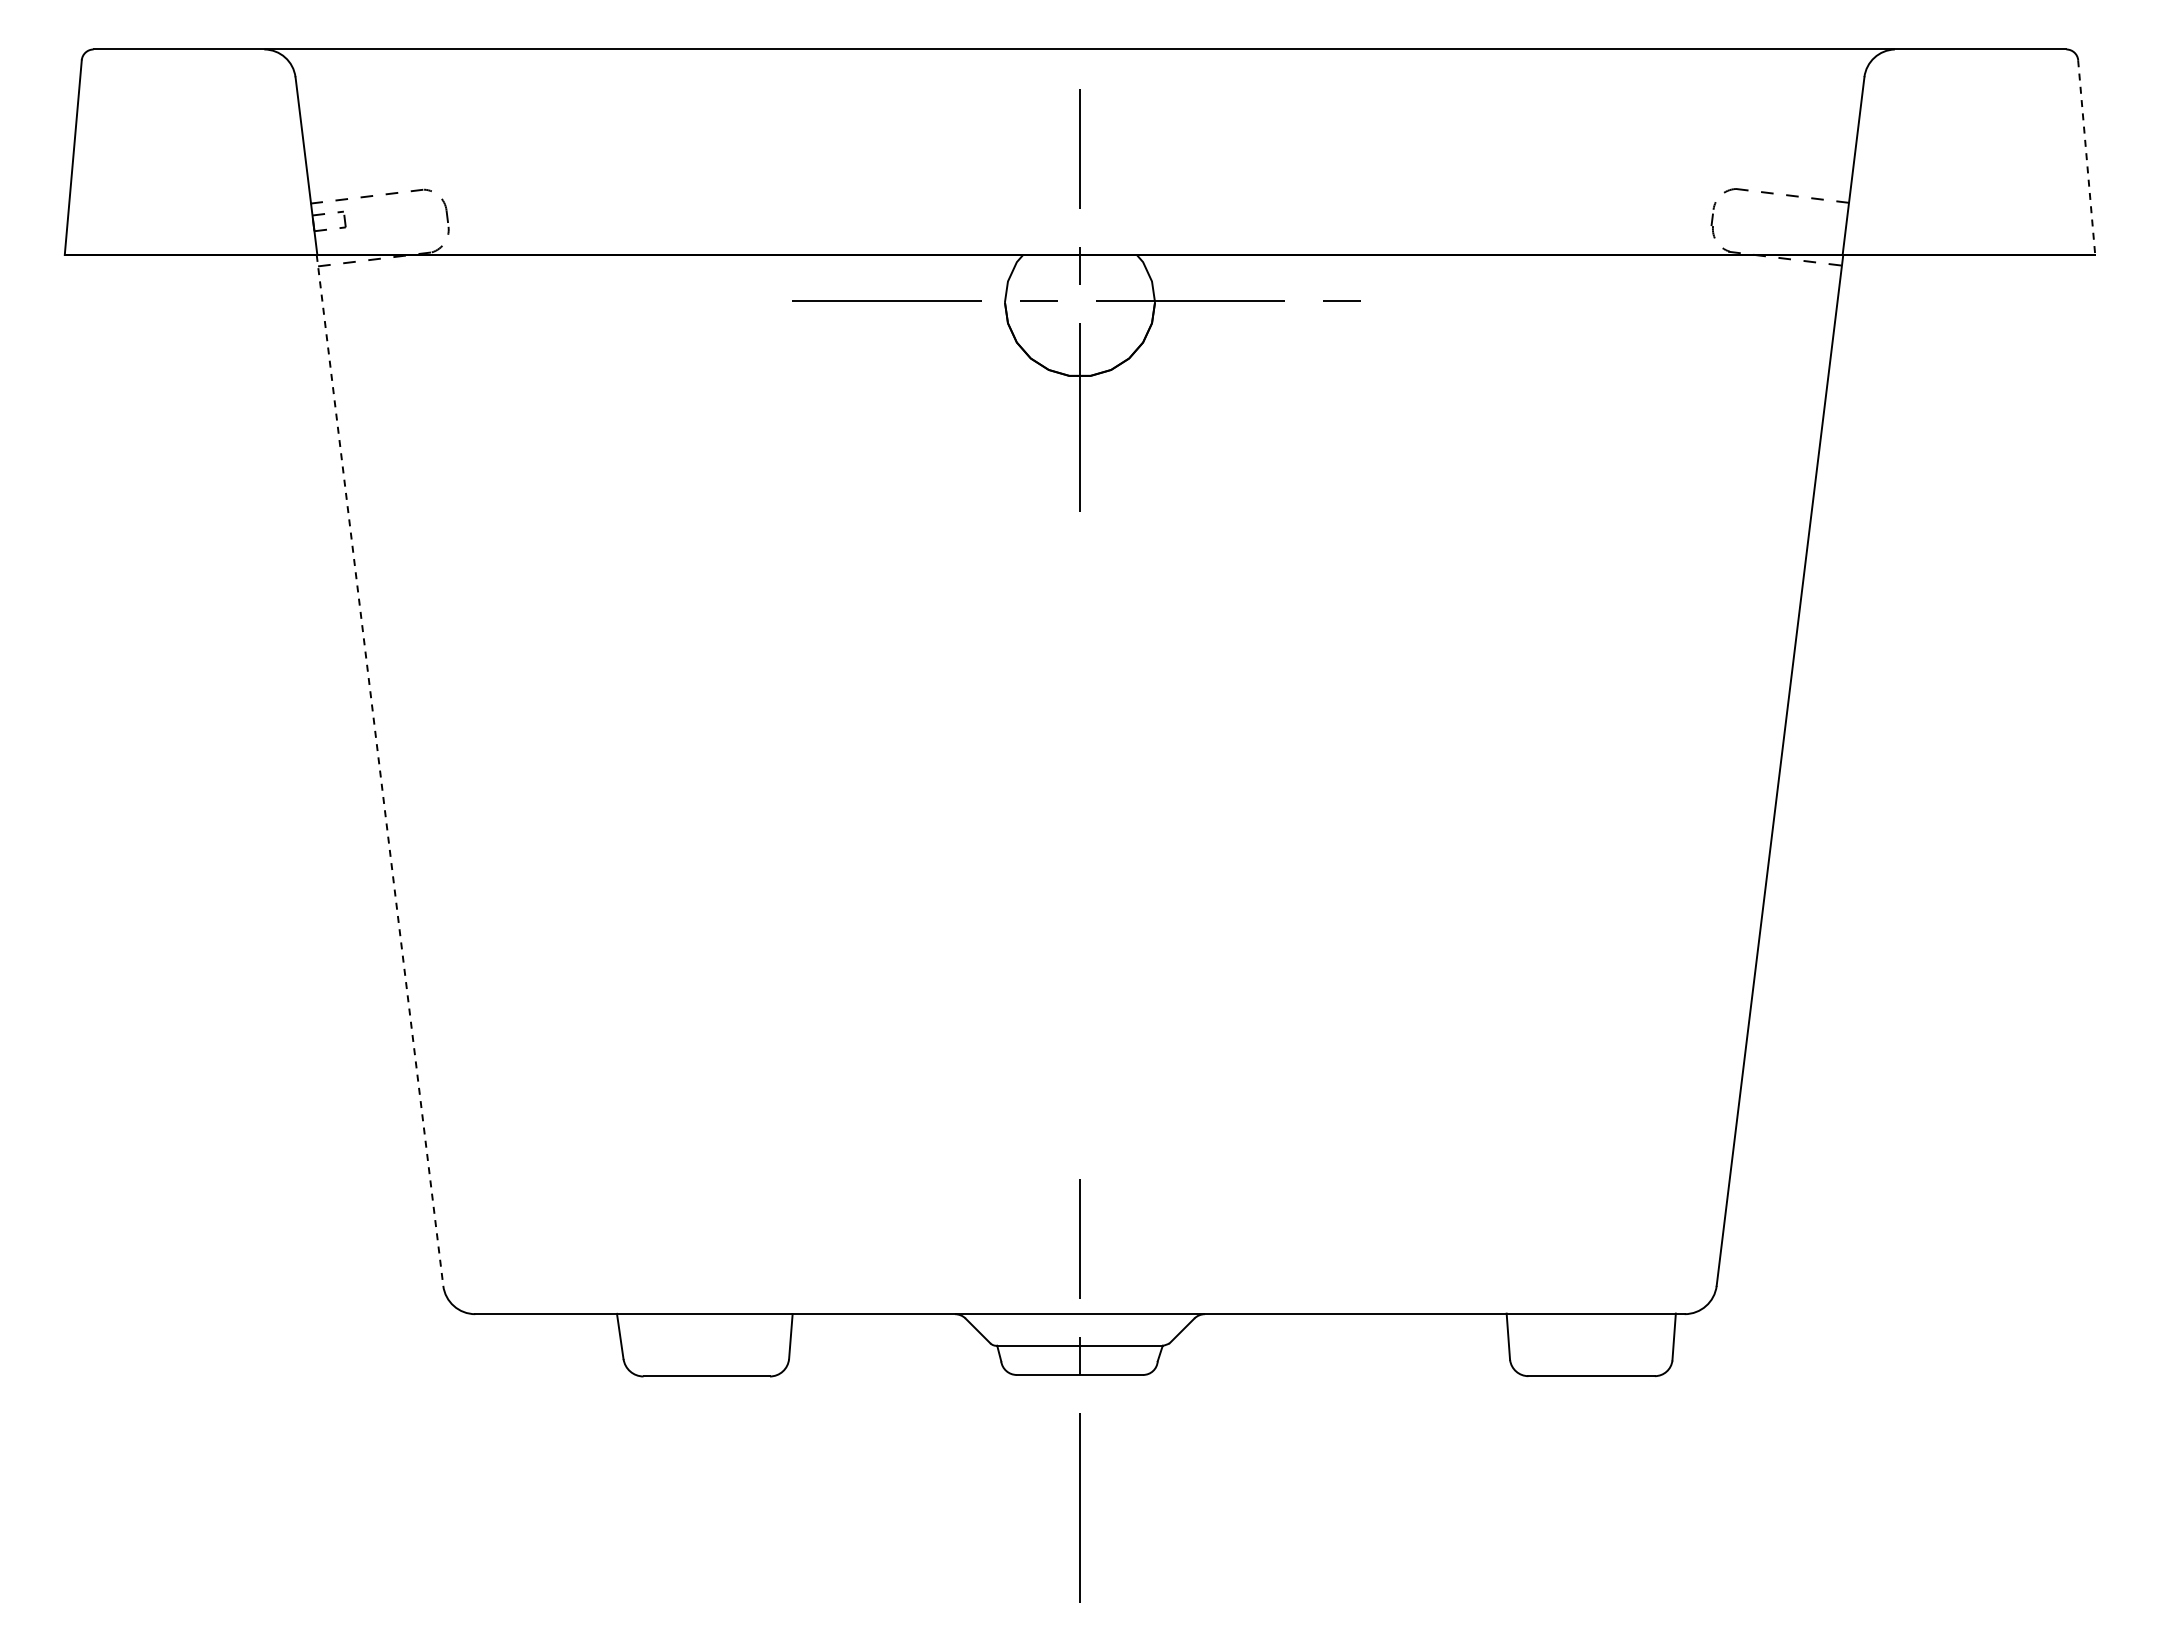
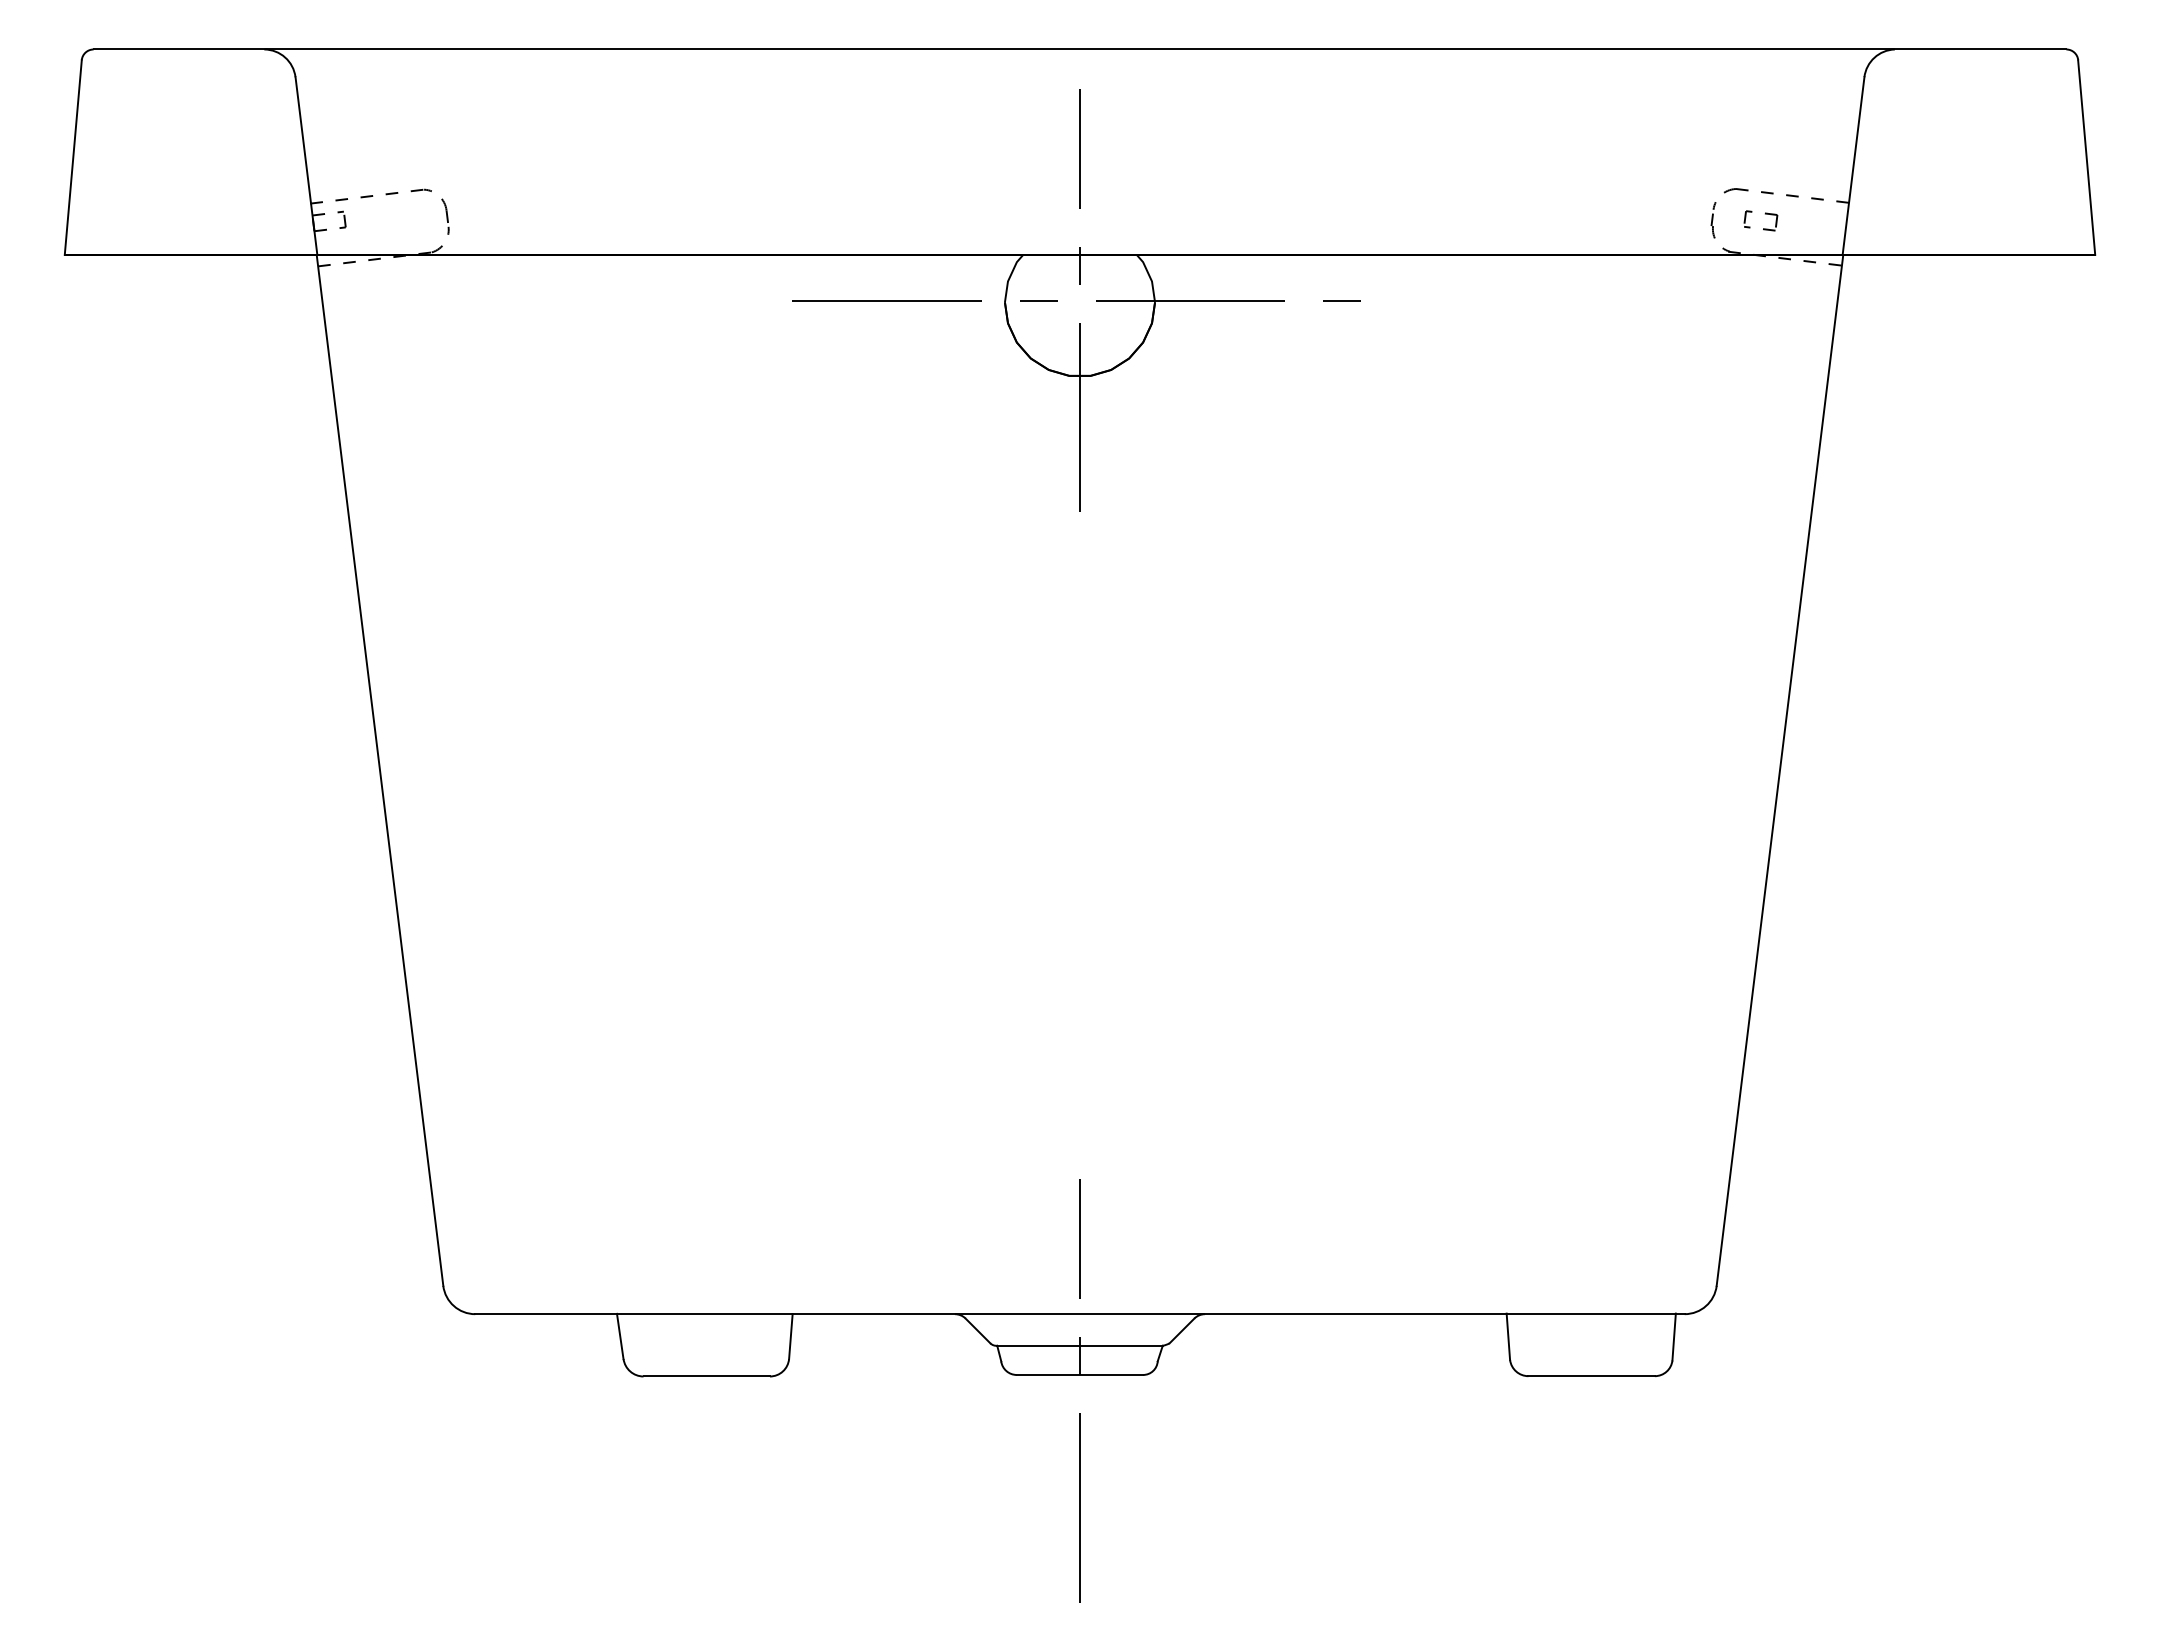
line at (2086, 157): dashed -> solid
part at (1765, 214): none -> present
line at (380, 770): dashed -> solid
